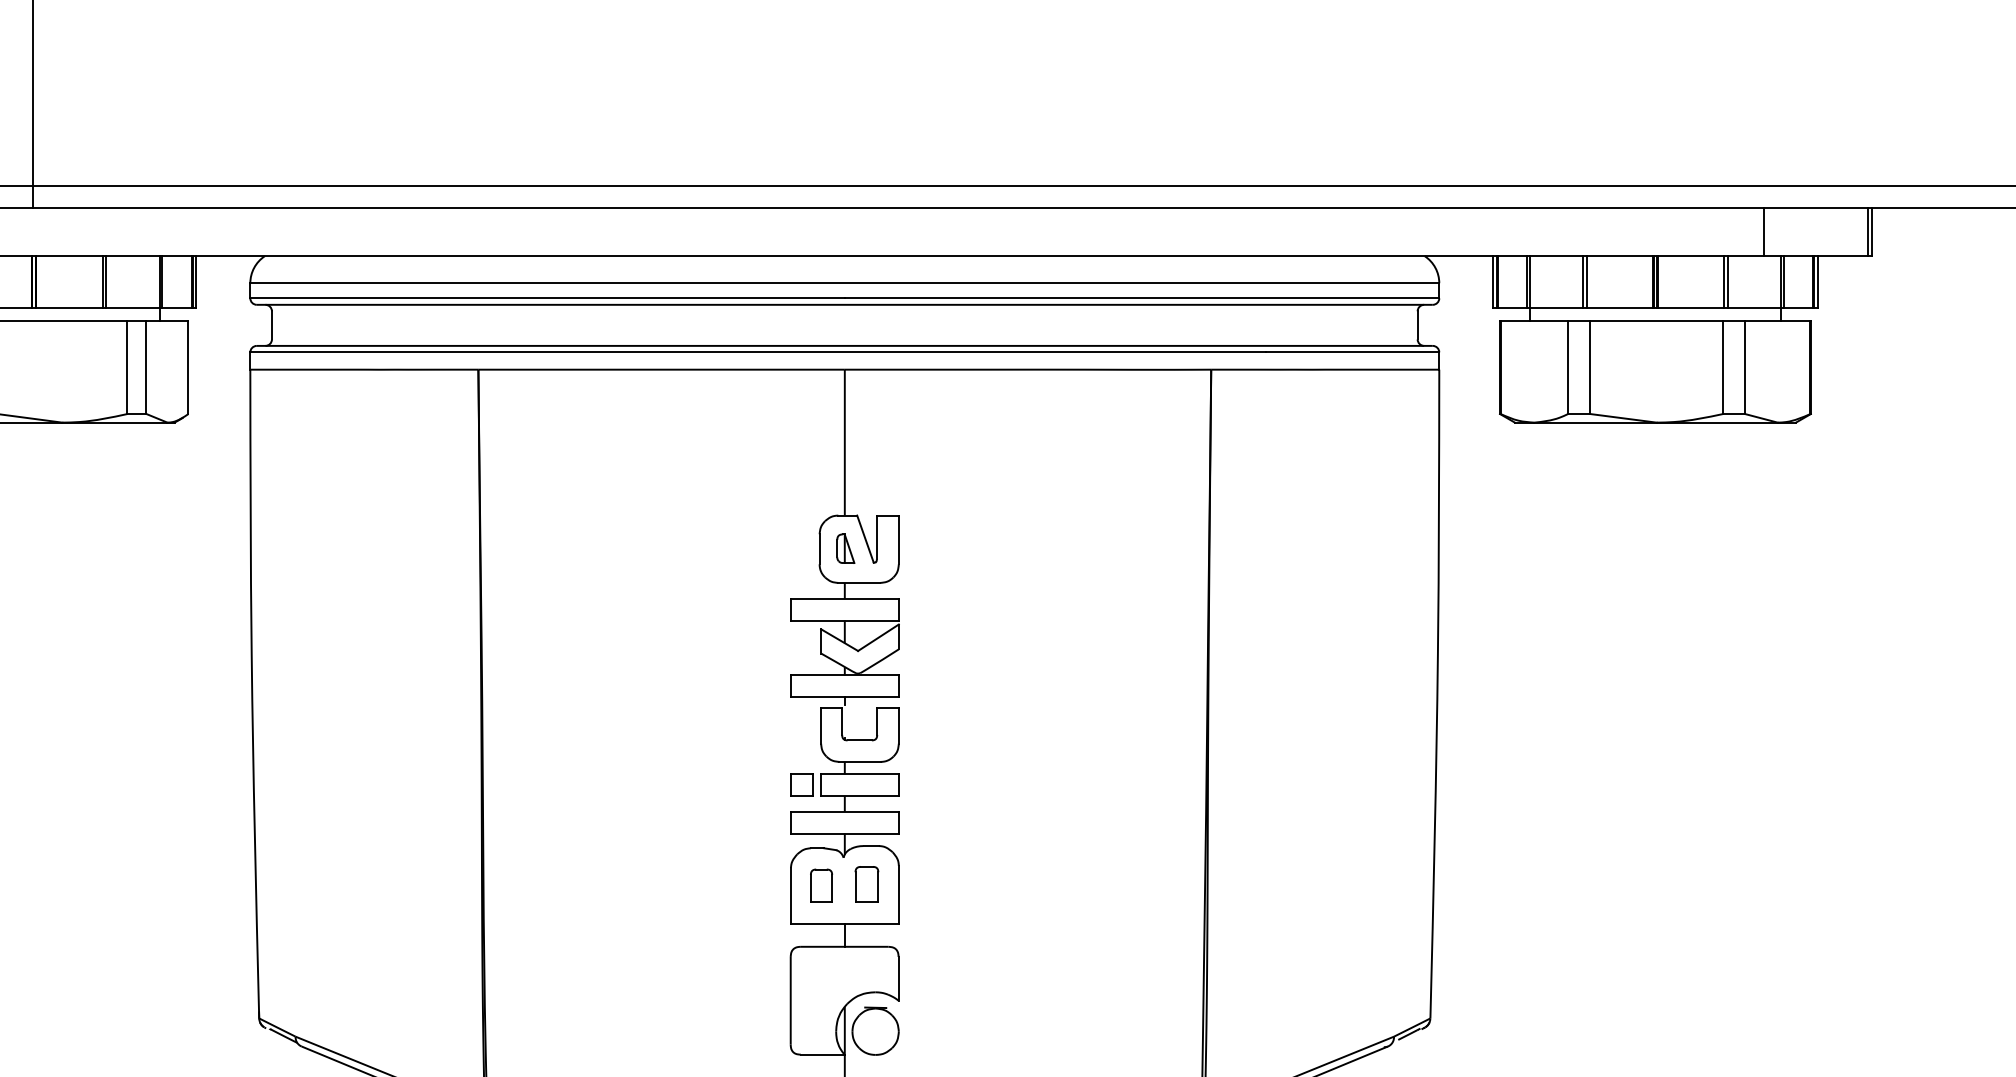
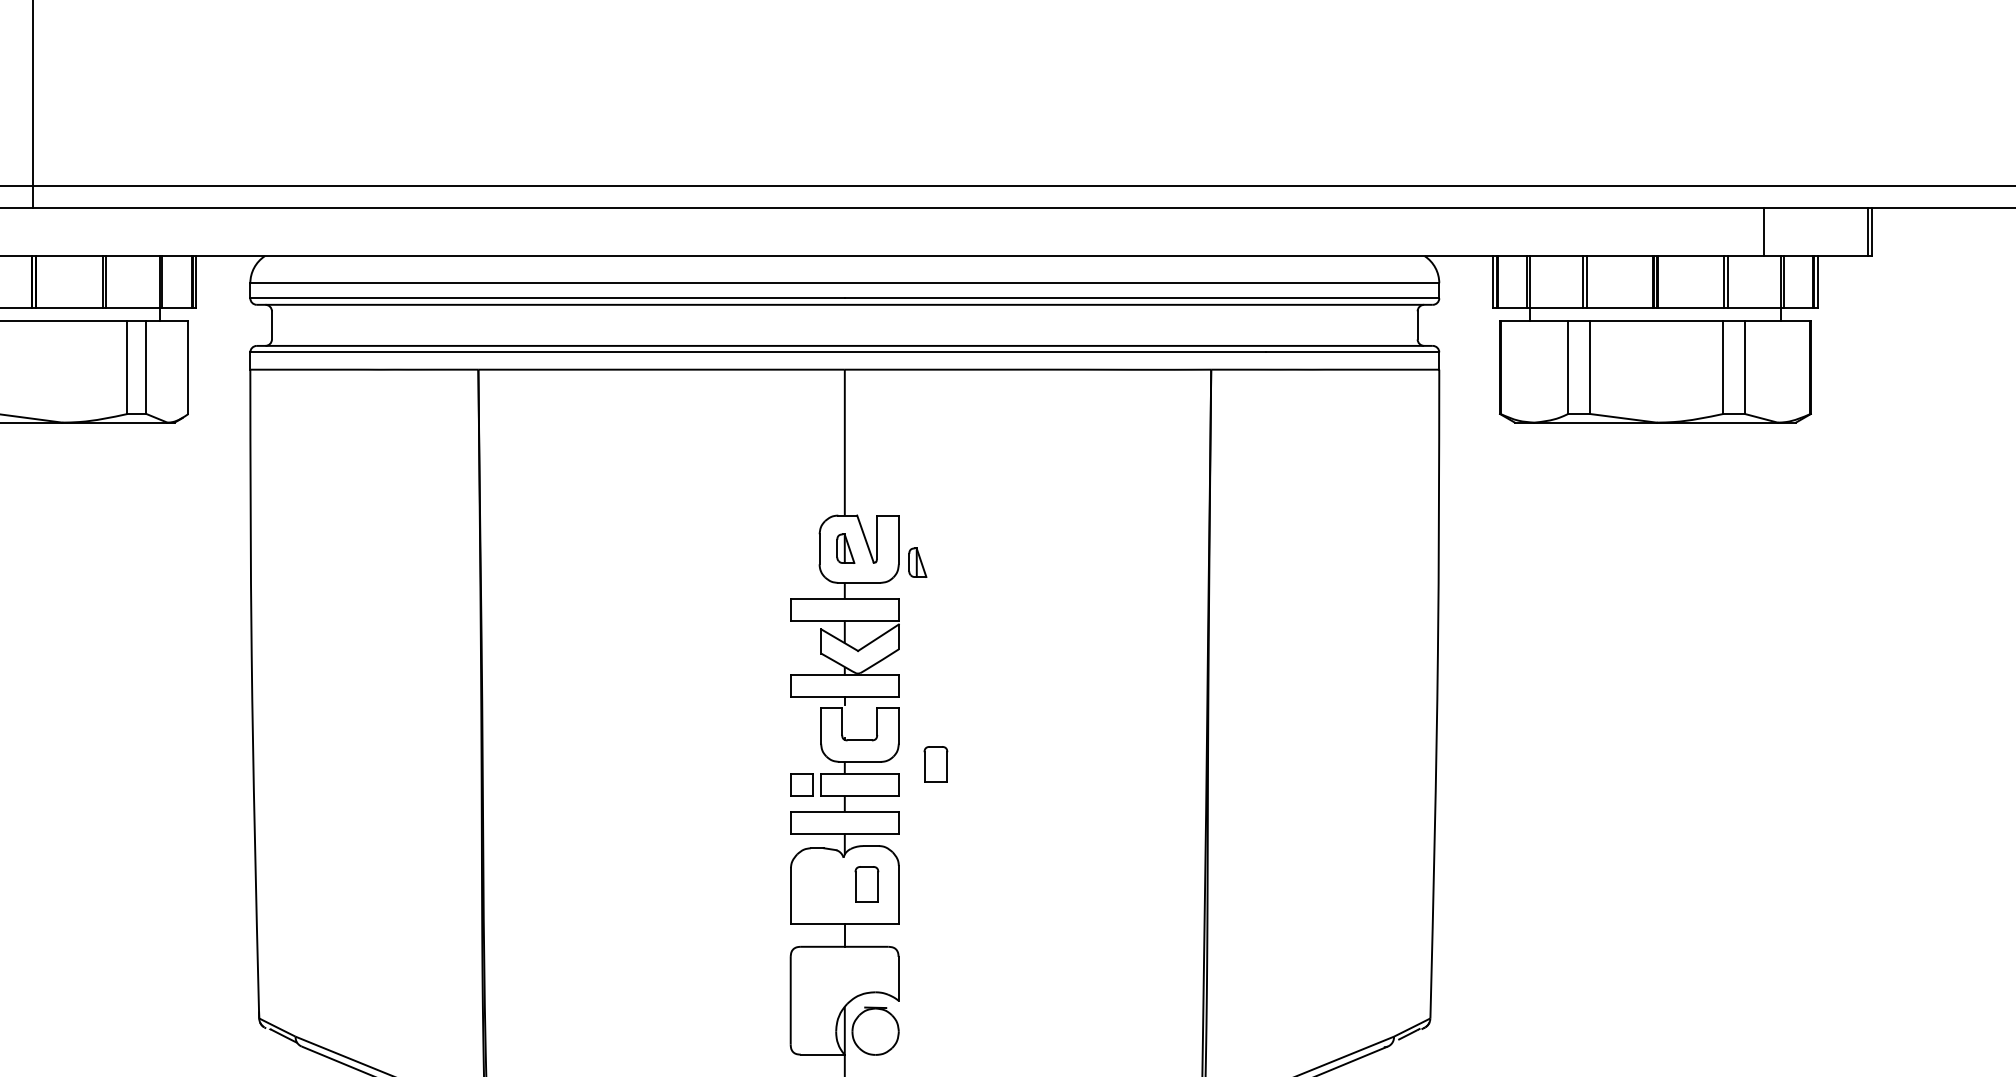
part at (917, 562): none -> present
part at (935, 764): none -> present
part at (821, 885): present -> none
